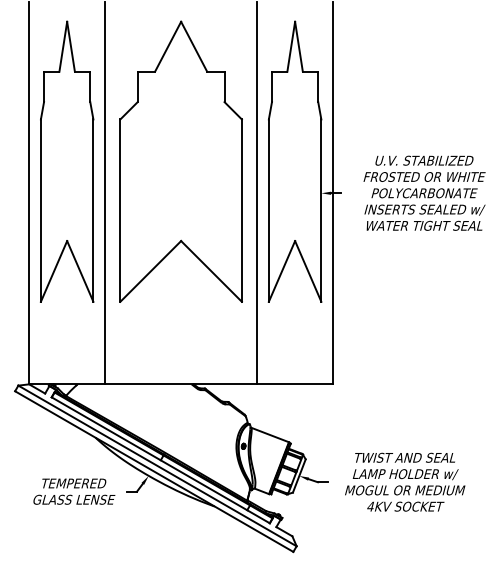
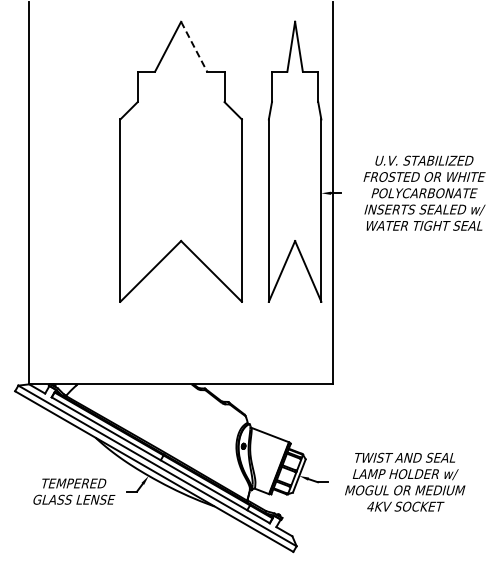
line at (194, 47): solid -> dashed
part at (67, 161): present -> none
line at (105, 193): present -> none
line at (257, 193): present -> none
